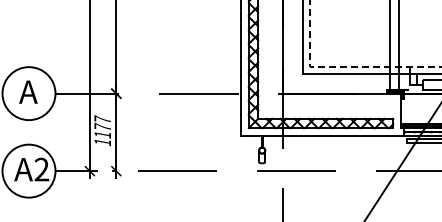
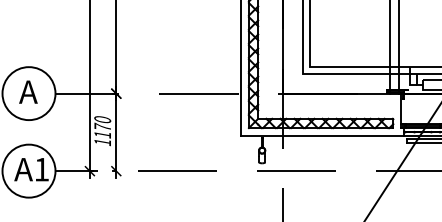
line at (341, 67): dashed -> solid
text at (102, 119): 1177 -> 1170
text at (41, 169): 2 -> 1
